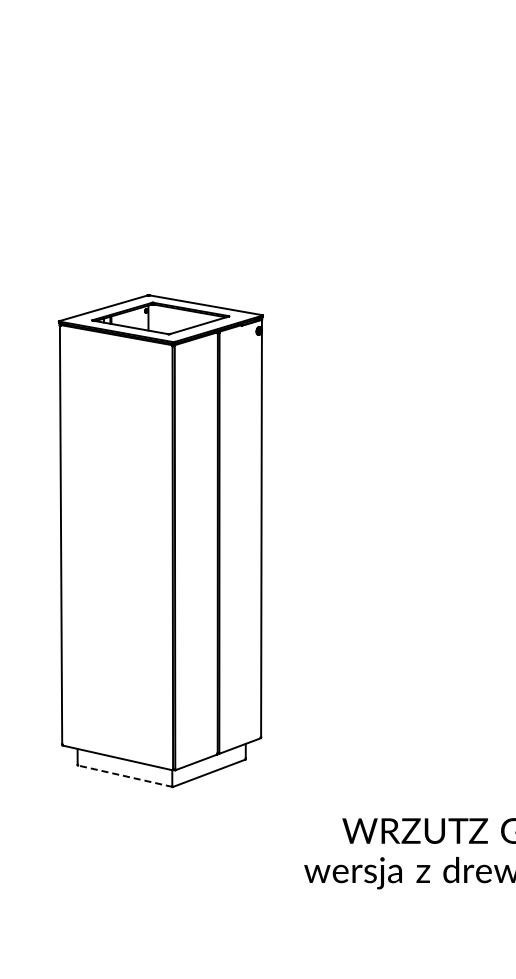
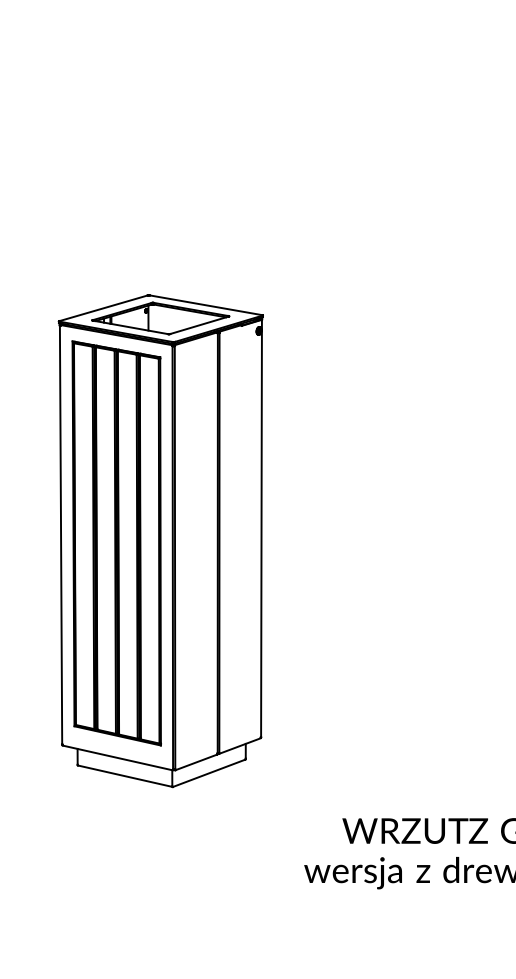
part at (116, 543): none -> present
line at (125, 776): dashed -> solid
